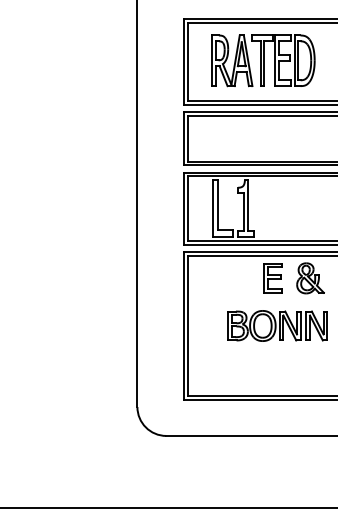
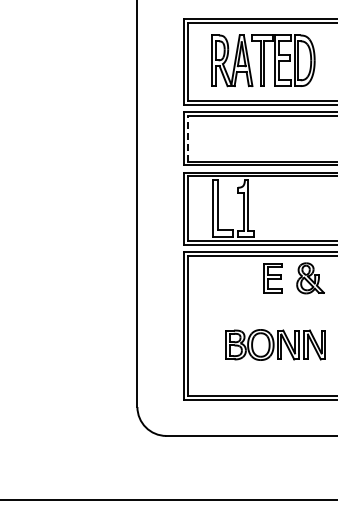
line at (188, 138): solid -> dashed
part at (277, 325) position: (277, 325) -> (275, 344)
line at (168, 508) position: (168, 508) -> (168, 500)
